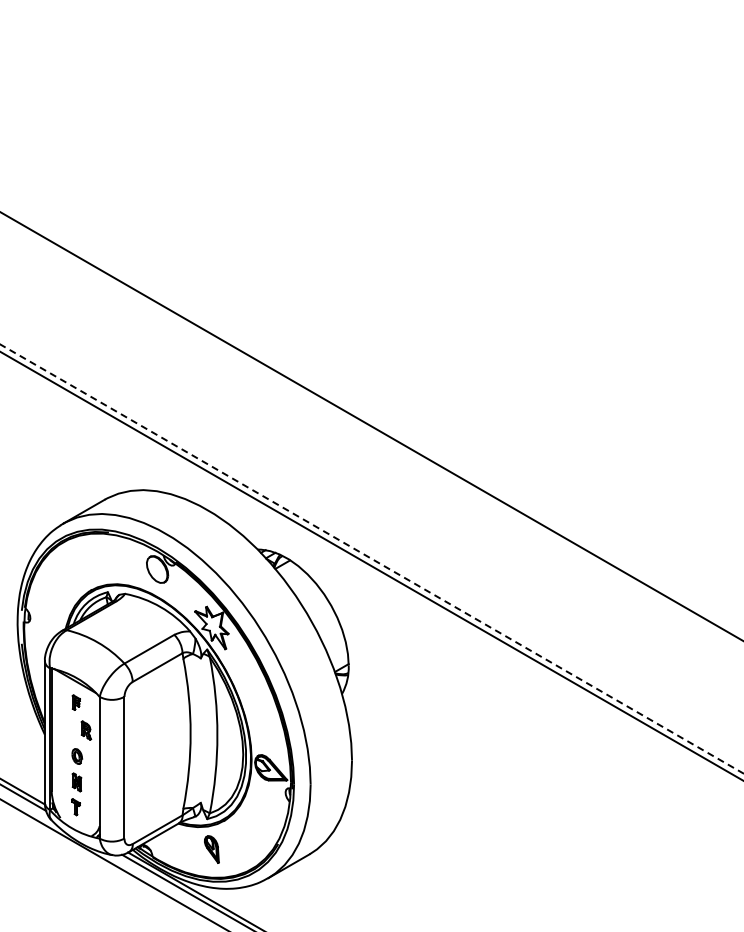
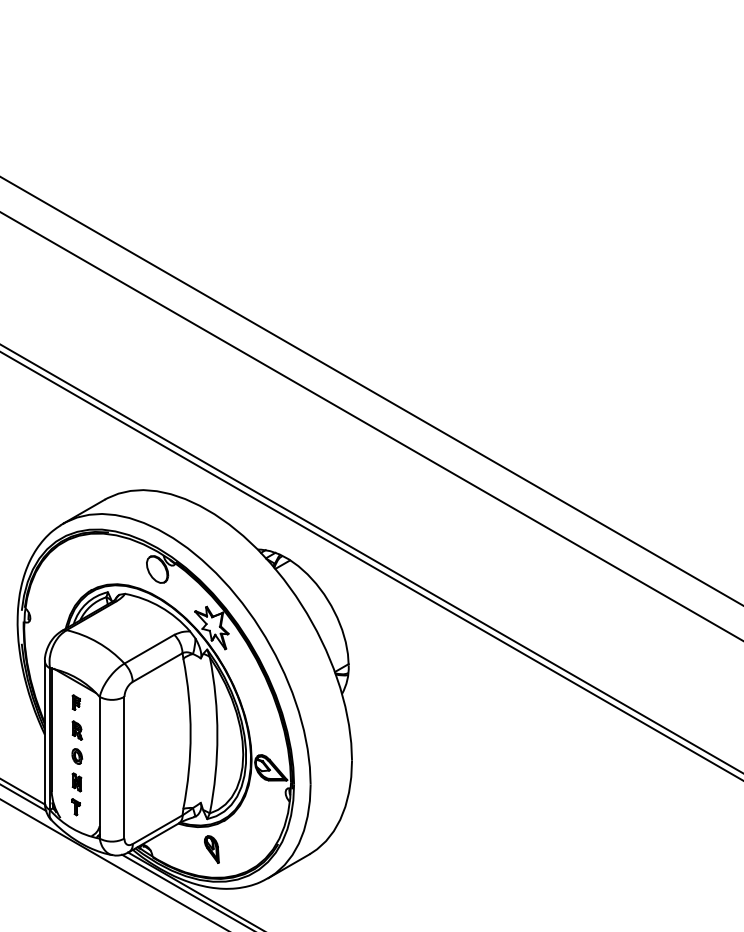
line at (371, 391): none -> present
line at (372, 559): dashed -> solid
part at (86, 730) position: (86, 730) -> (77, 730)
